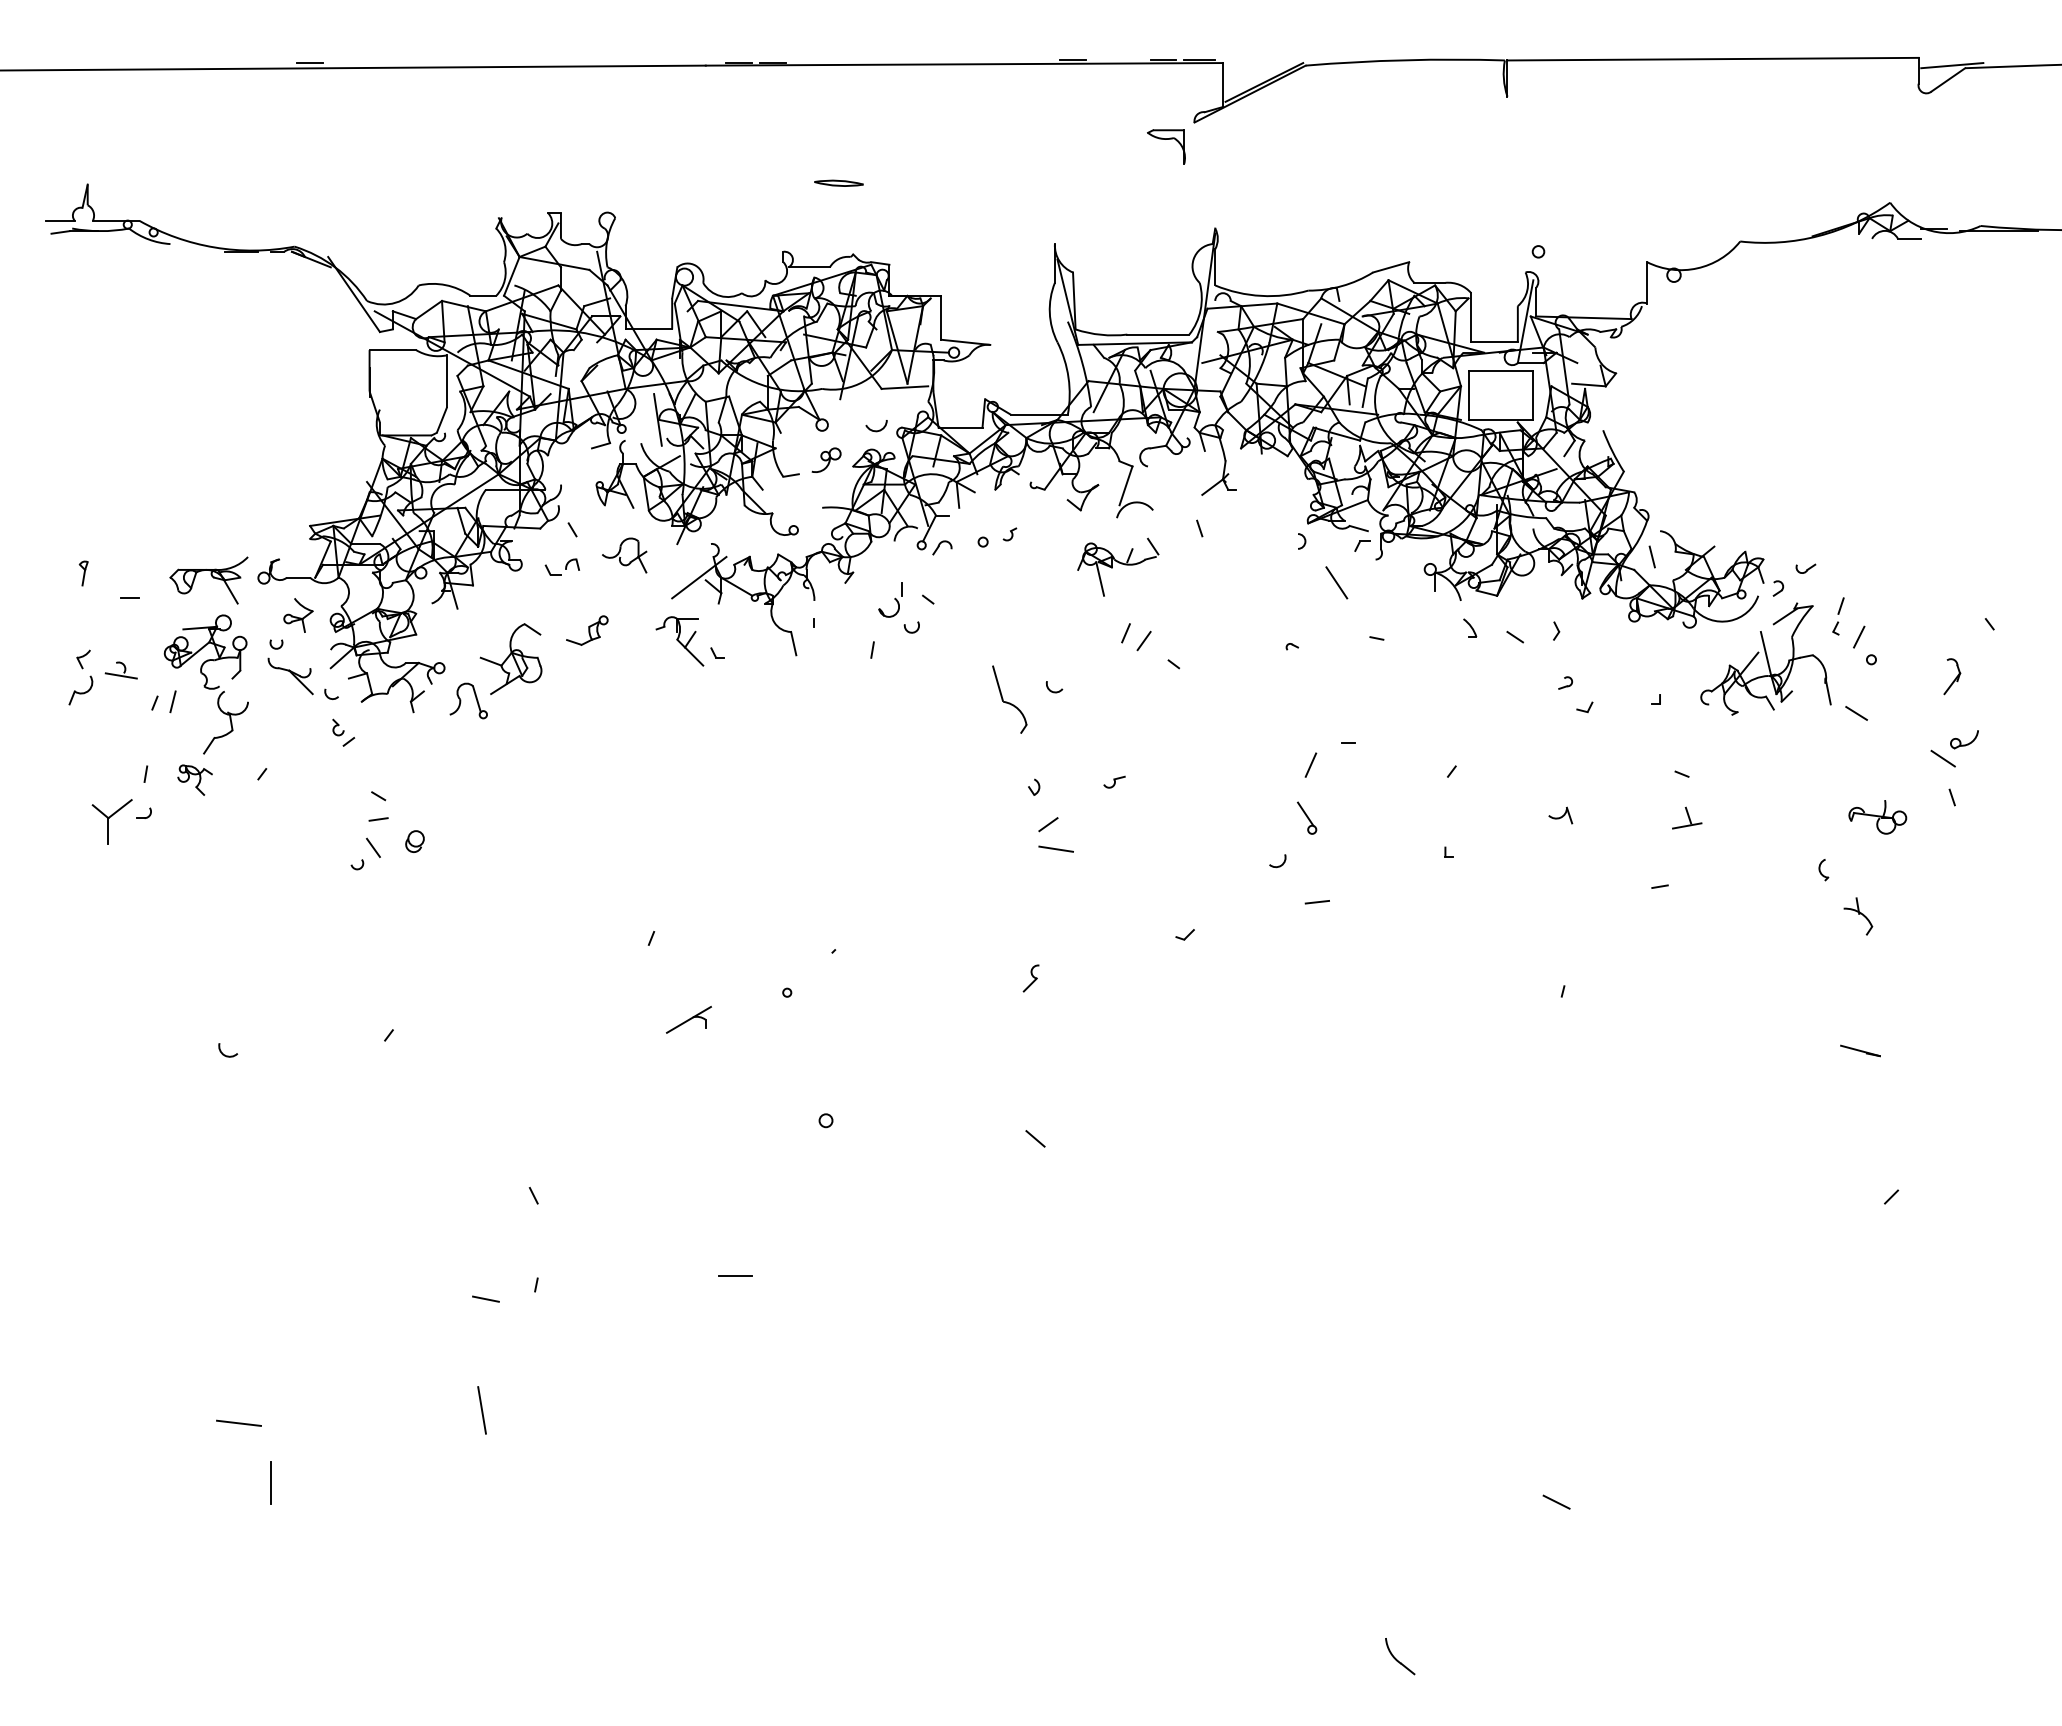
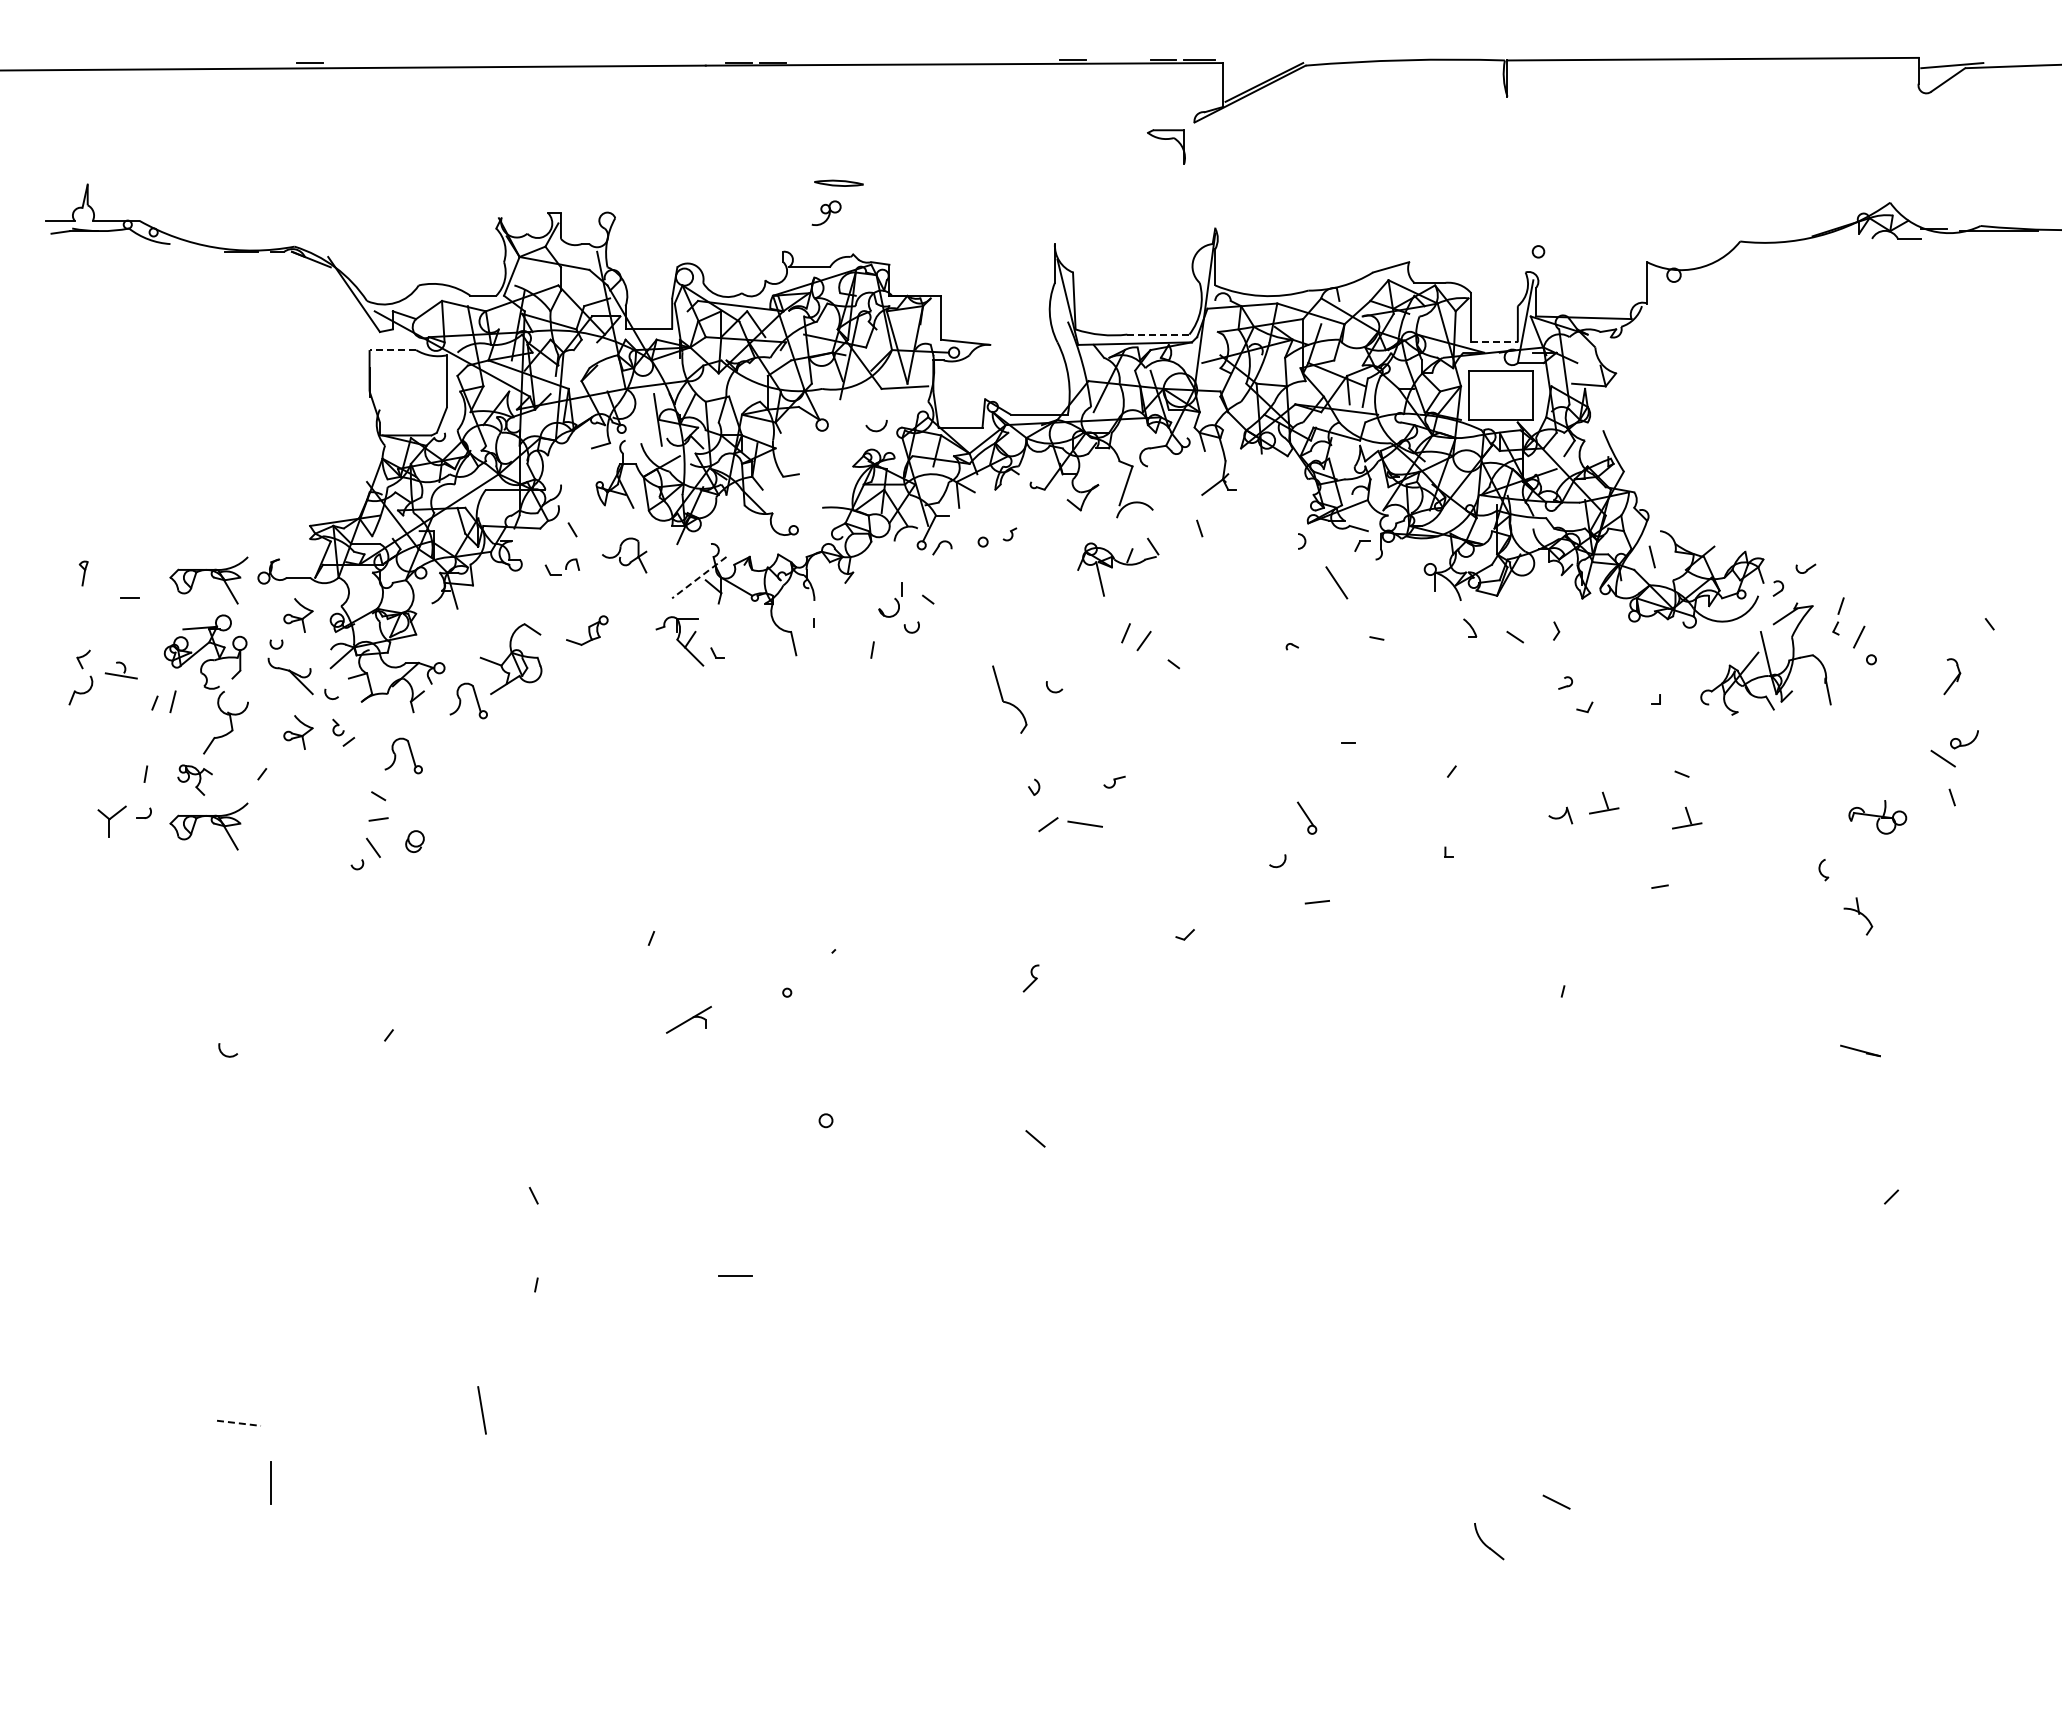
line at (1158, 334): solid -> dashed
line at (1495, 342): solid -> dashed
line at (392, 350): solid -> dashed
part at (826, 459) position: (826, 459) -> (826, 212)
line at (698, 577): solid -> dashed
line at (1856, 712): present -> none
part at (298, 732): none -> present
part at (396, 755): none -> present
line at (1310, 764): present -> none
part at (1604, 802): none -> present
part at (111, 821) size: 42x46 px -> 30x33 px
part at (208, 826): none -> present
line at (1055, 848) position: (1055, 848) -> (1084, 823)
line at (485, 1298): present -> none
line at (239, 1423): solid -> dashed
part at (1400, 1656) position: (1400, 1656) -> (1489, 1541)
